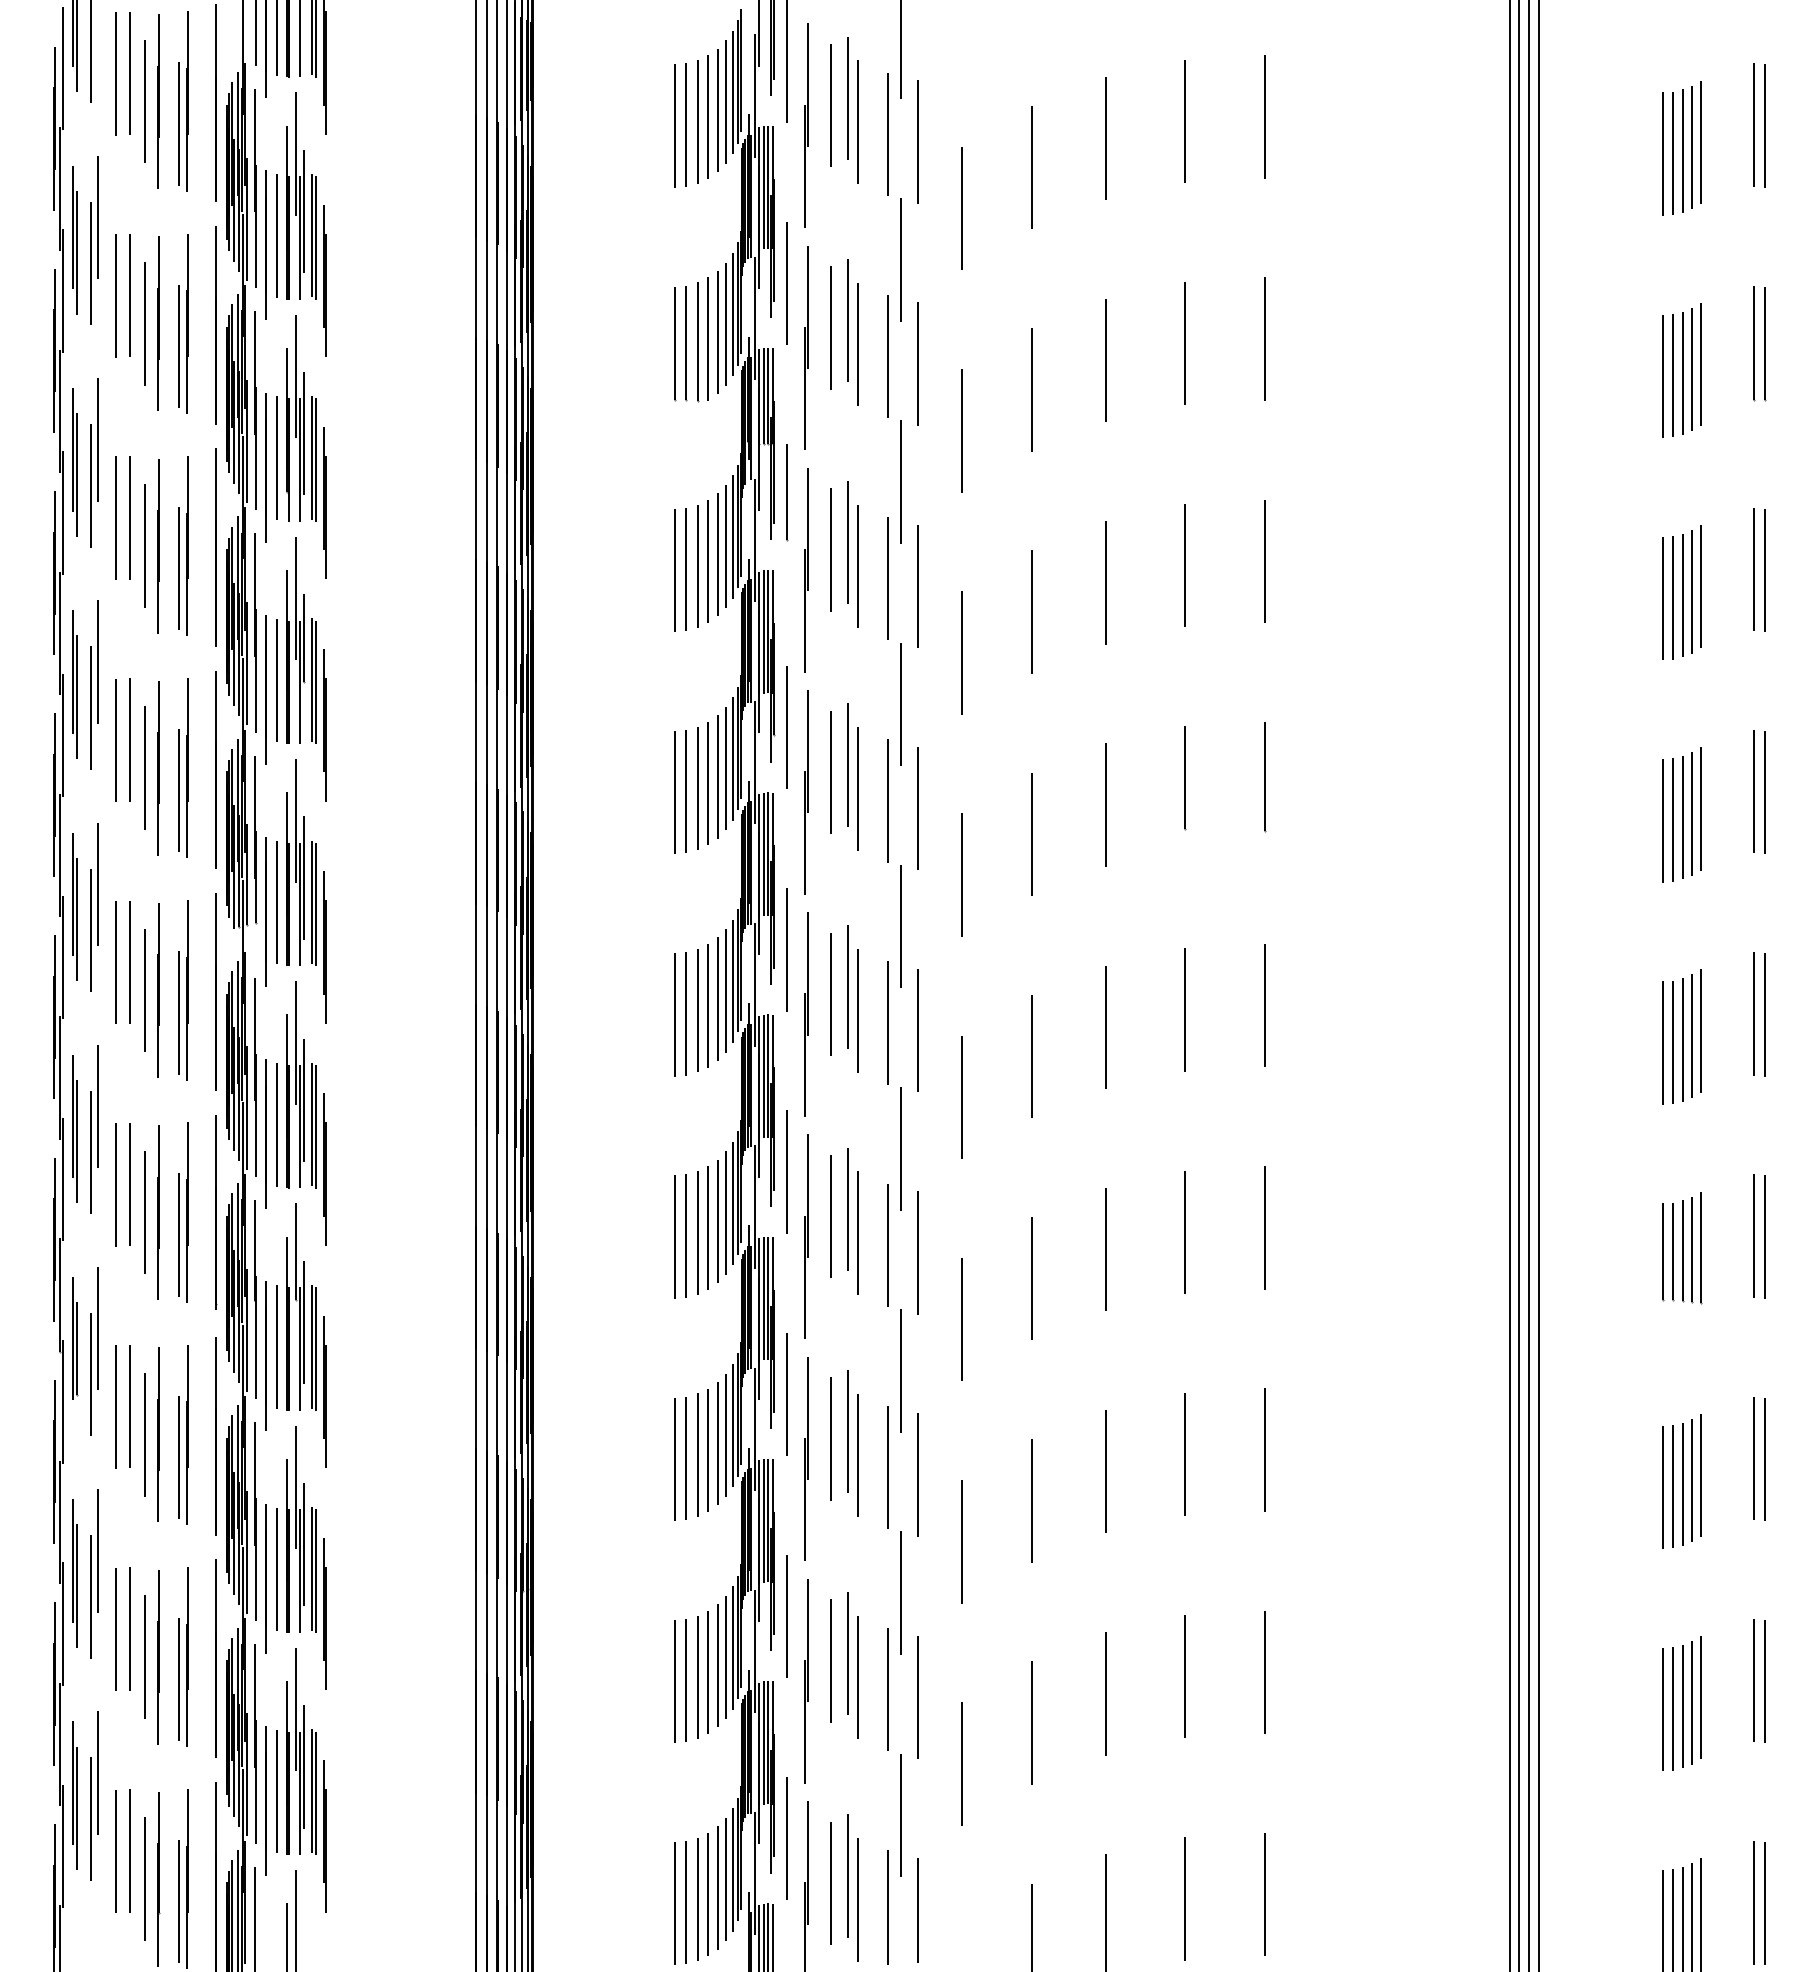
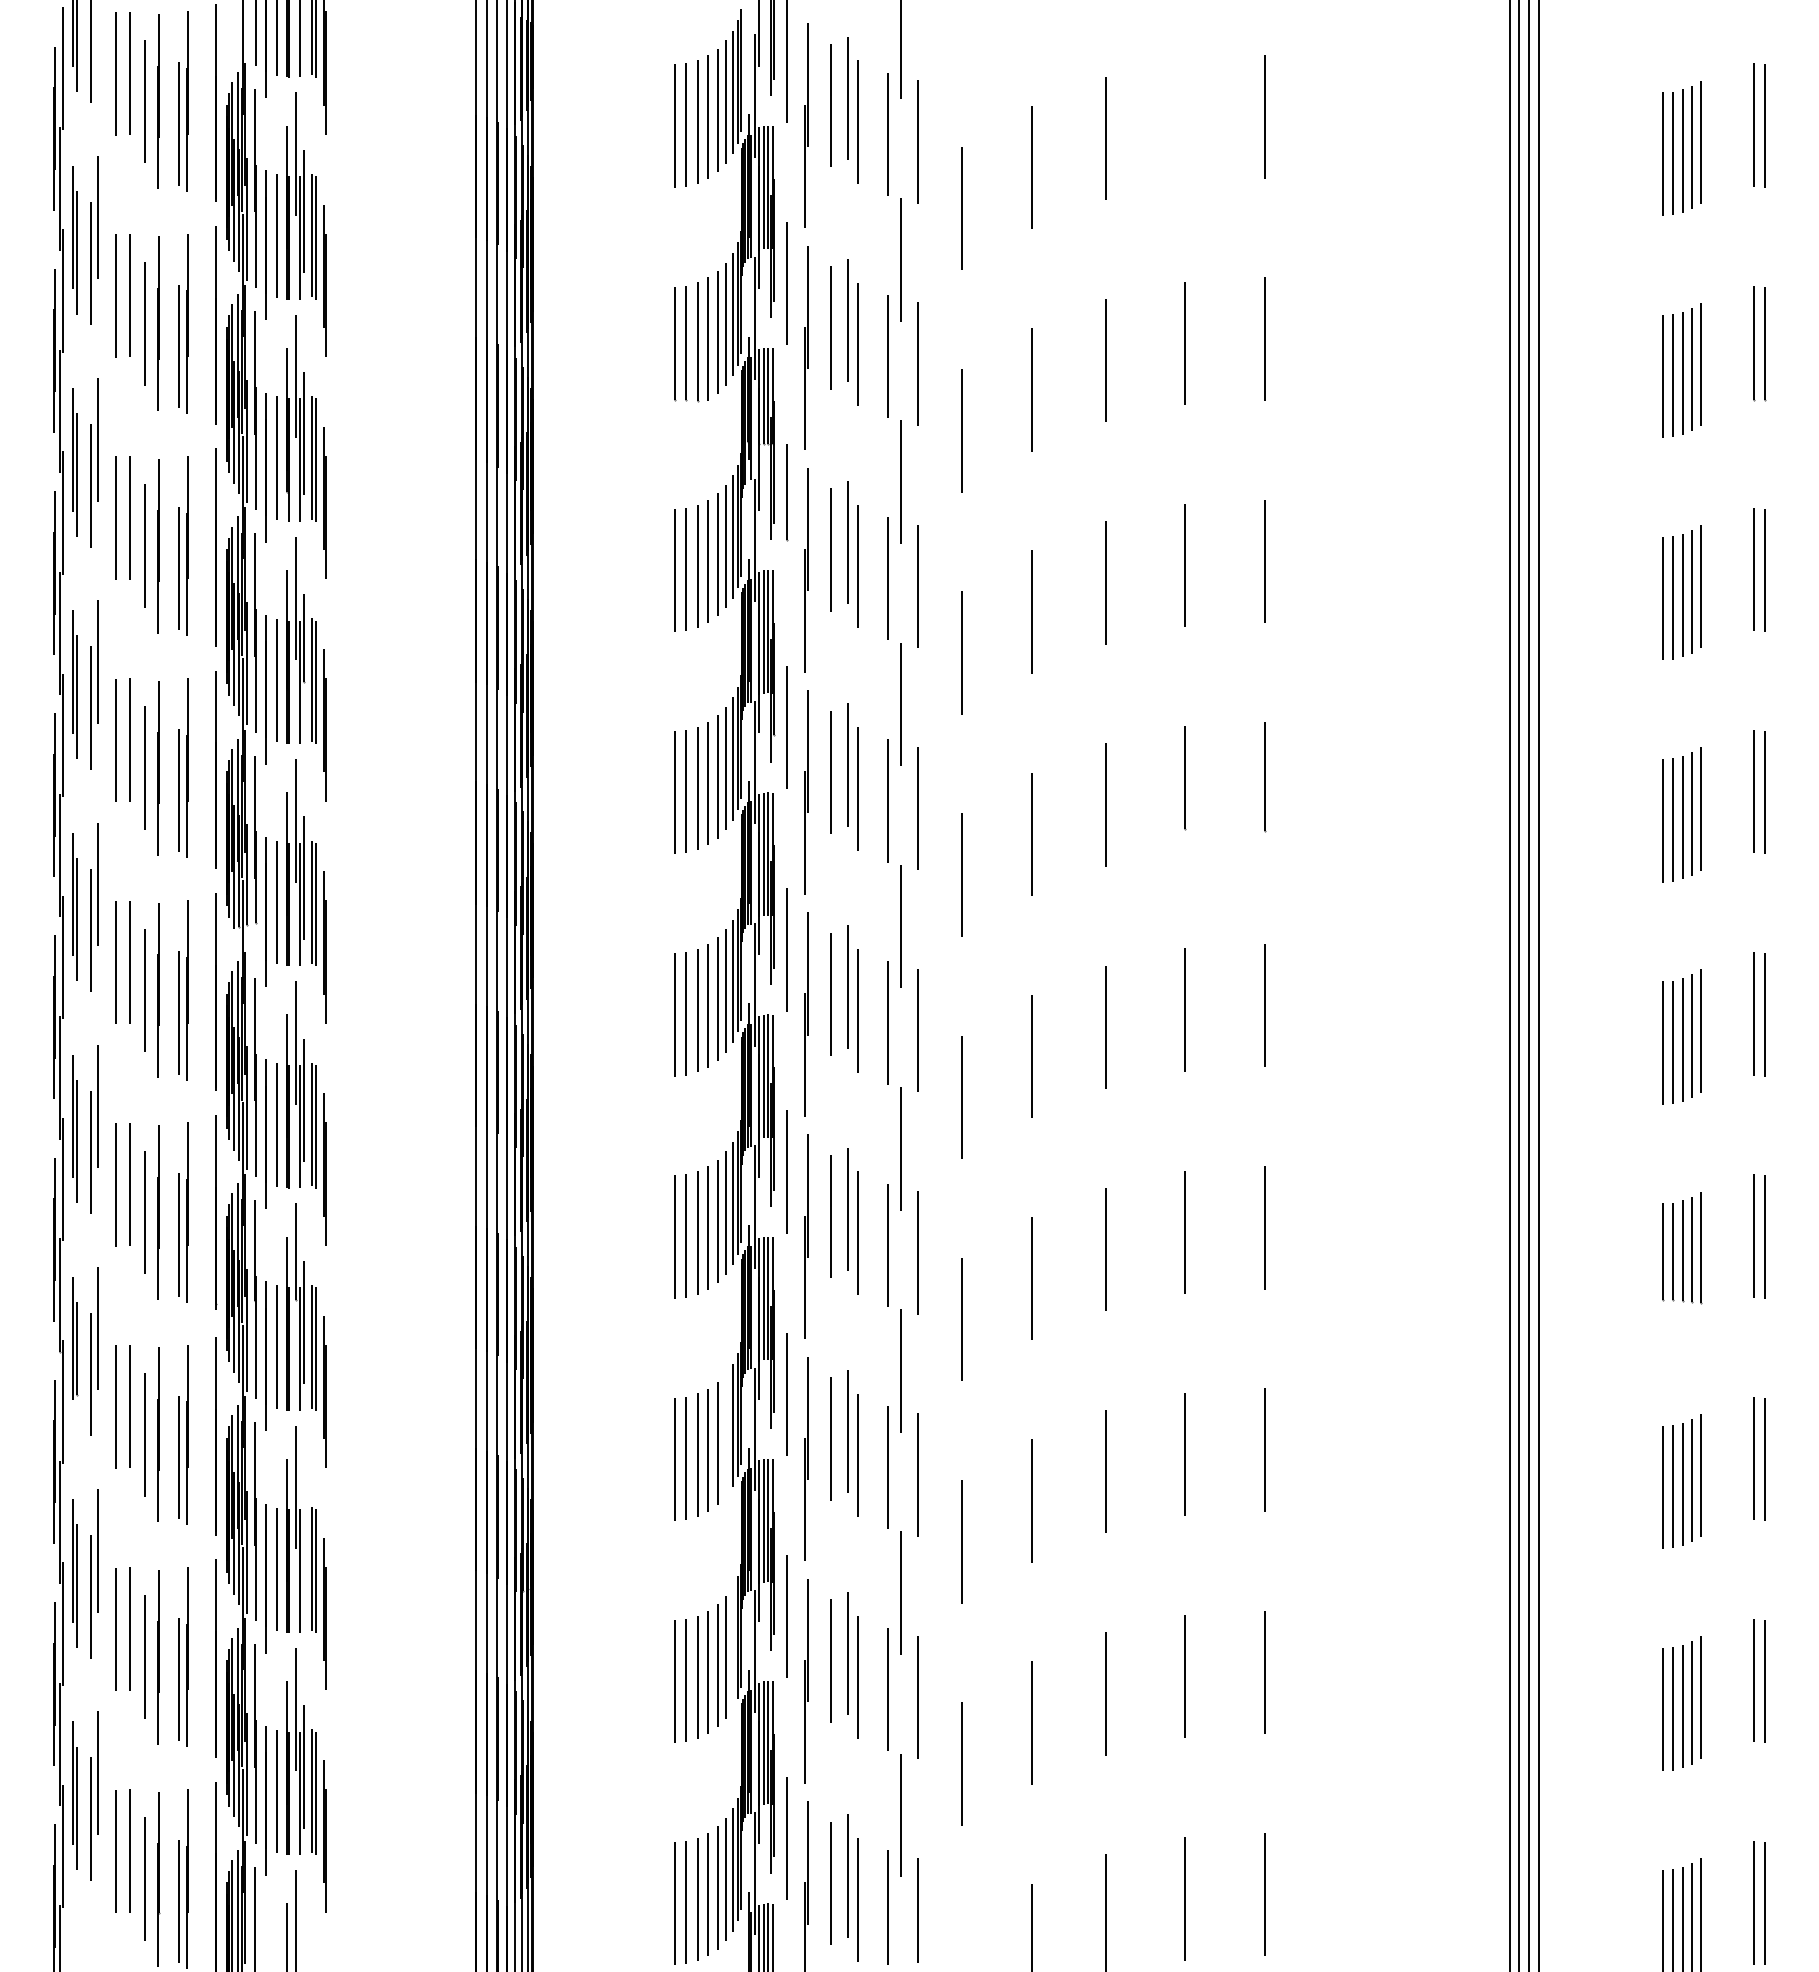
line at (1184, 121): present -> none
line at (726, 1435): present -> none
line at (303, 1544): present -> none
line at (732, 1647): present -> none
